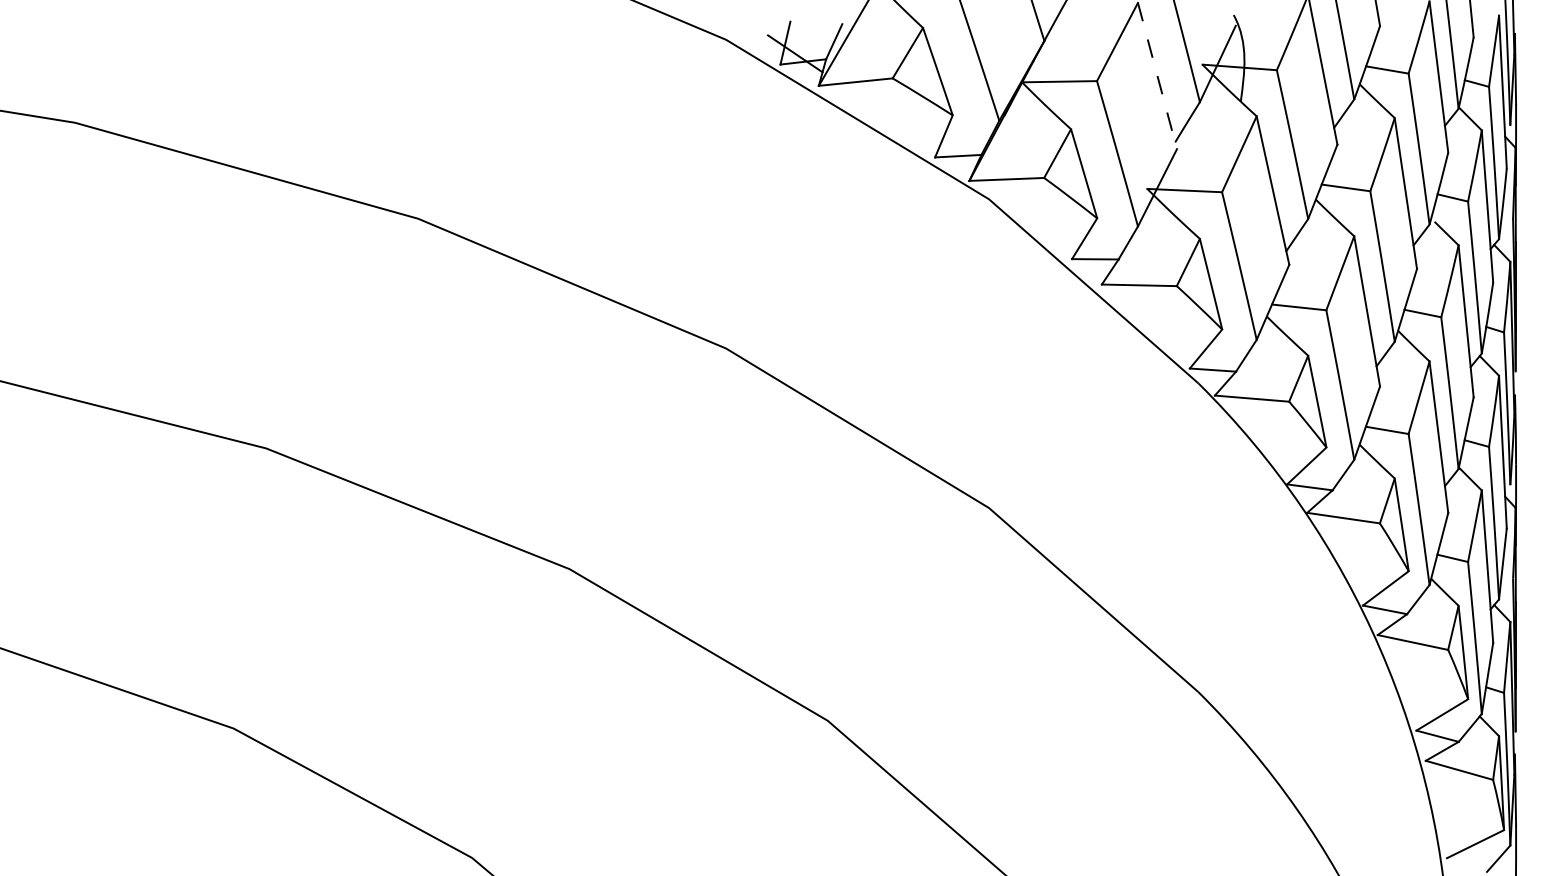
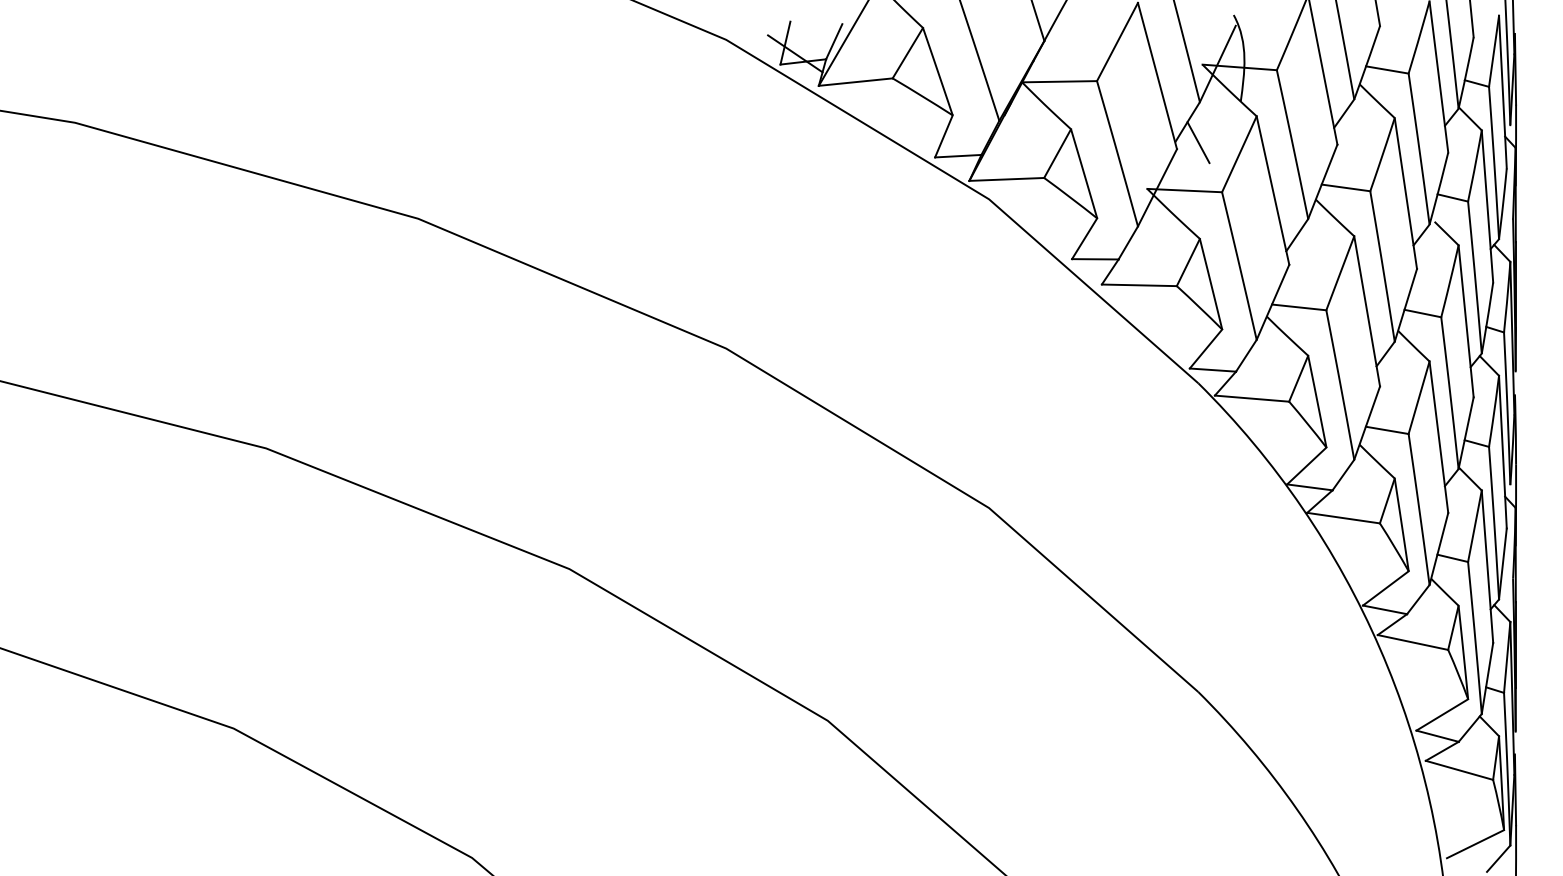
line at (1157, 76): dashed -> solid
line at (1198, 142): none -> present
